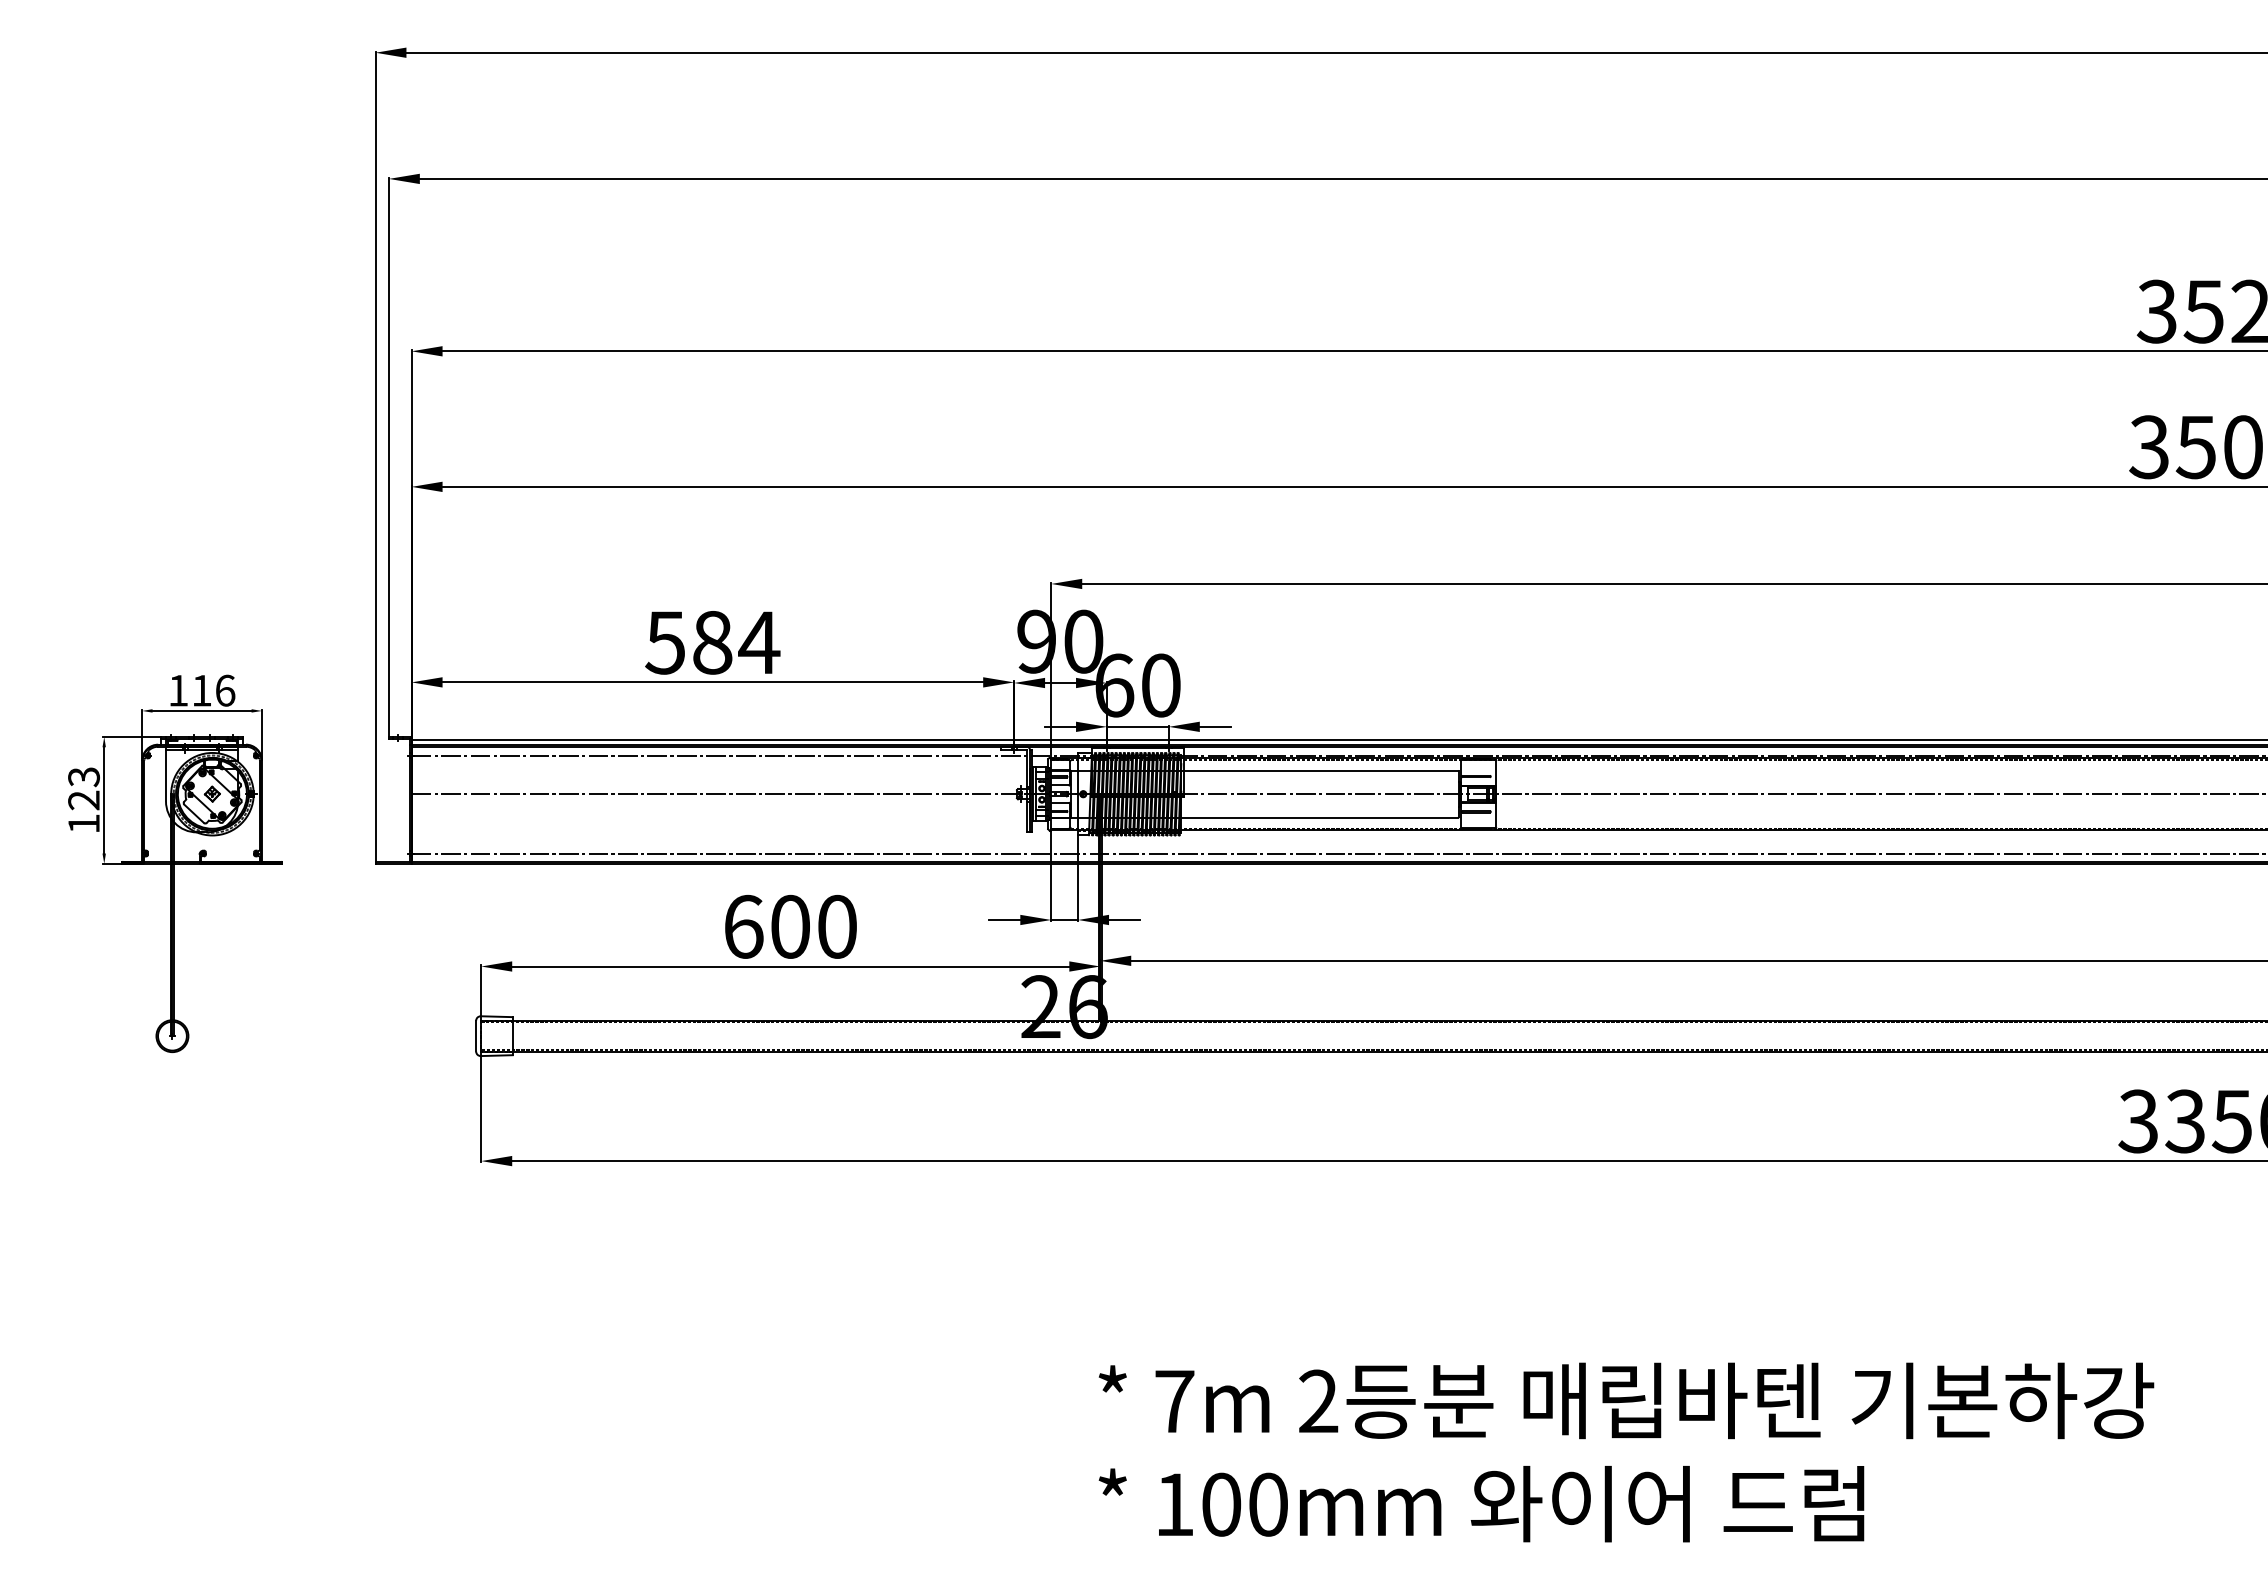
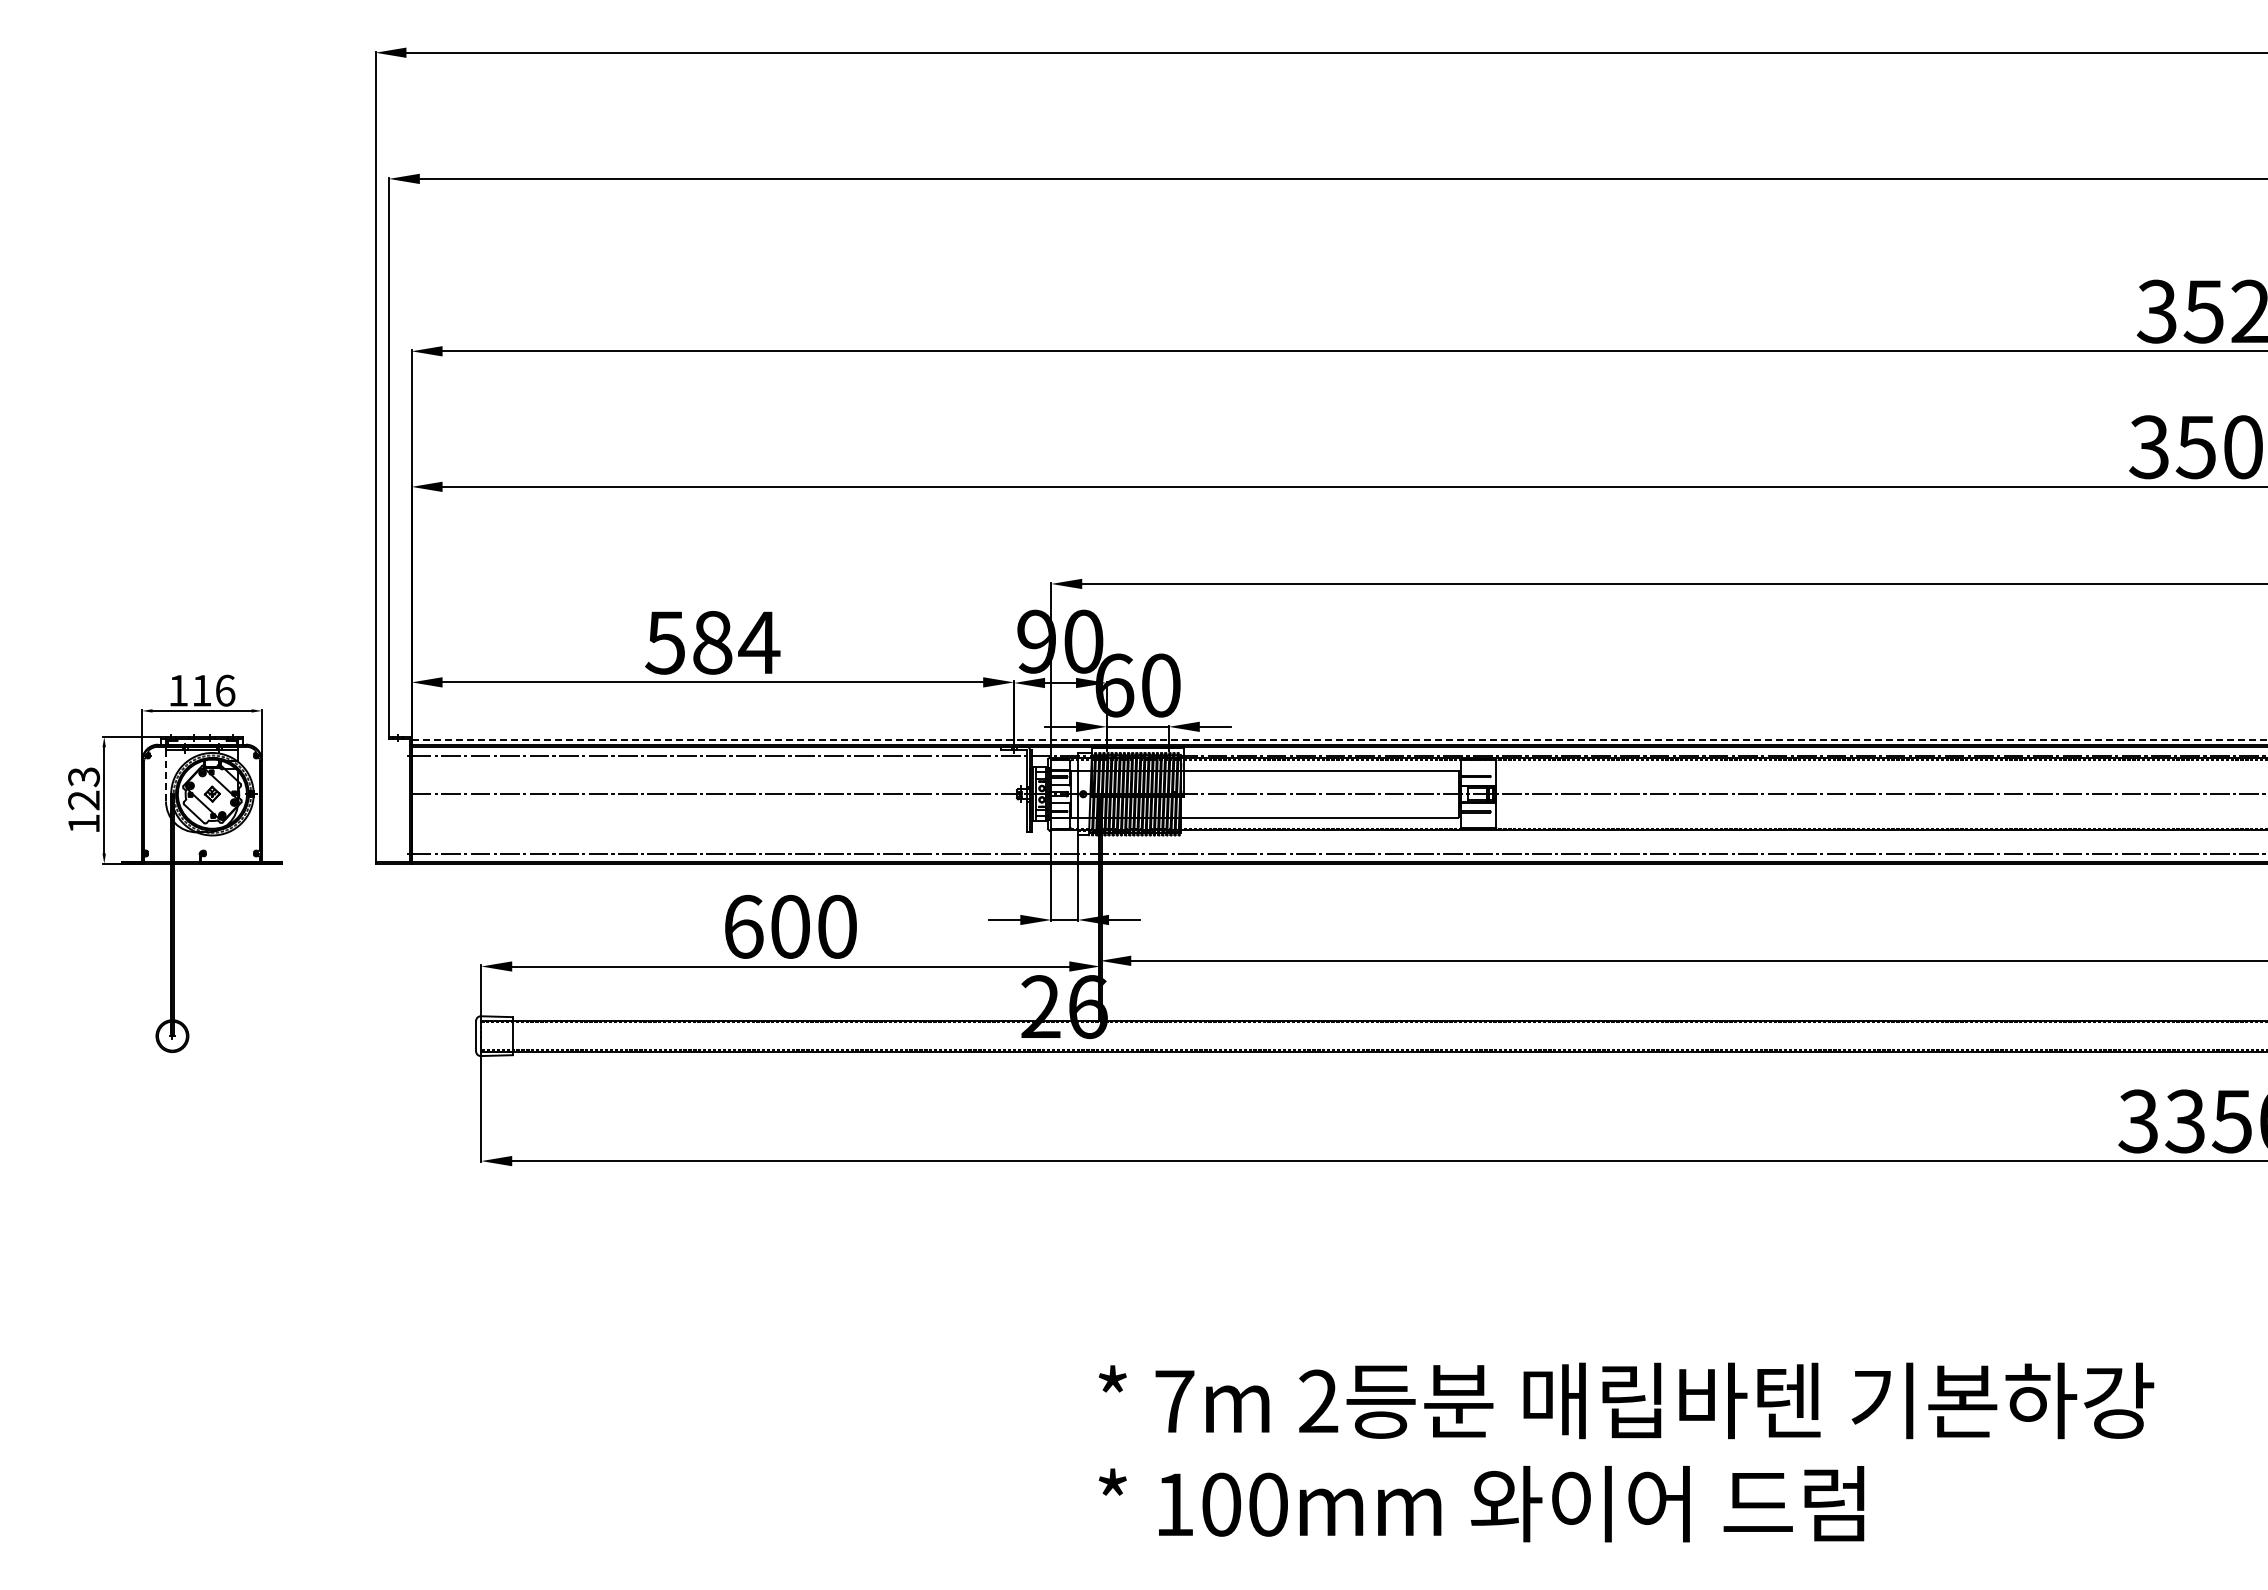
line at (1339, 739): solid -> dashed
line at (166, 775): solid -> dashed
